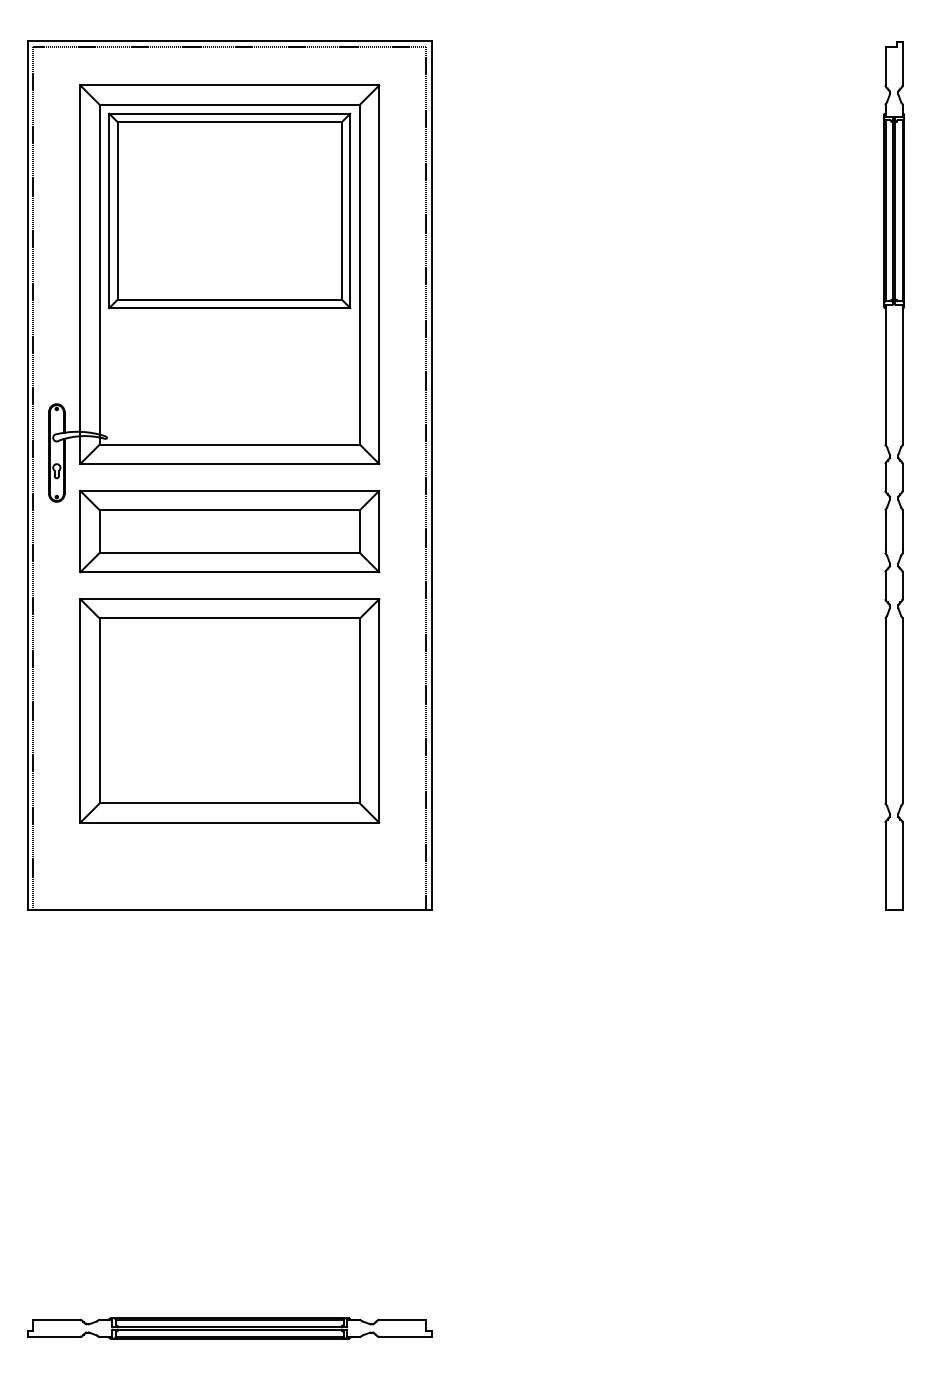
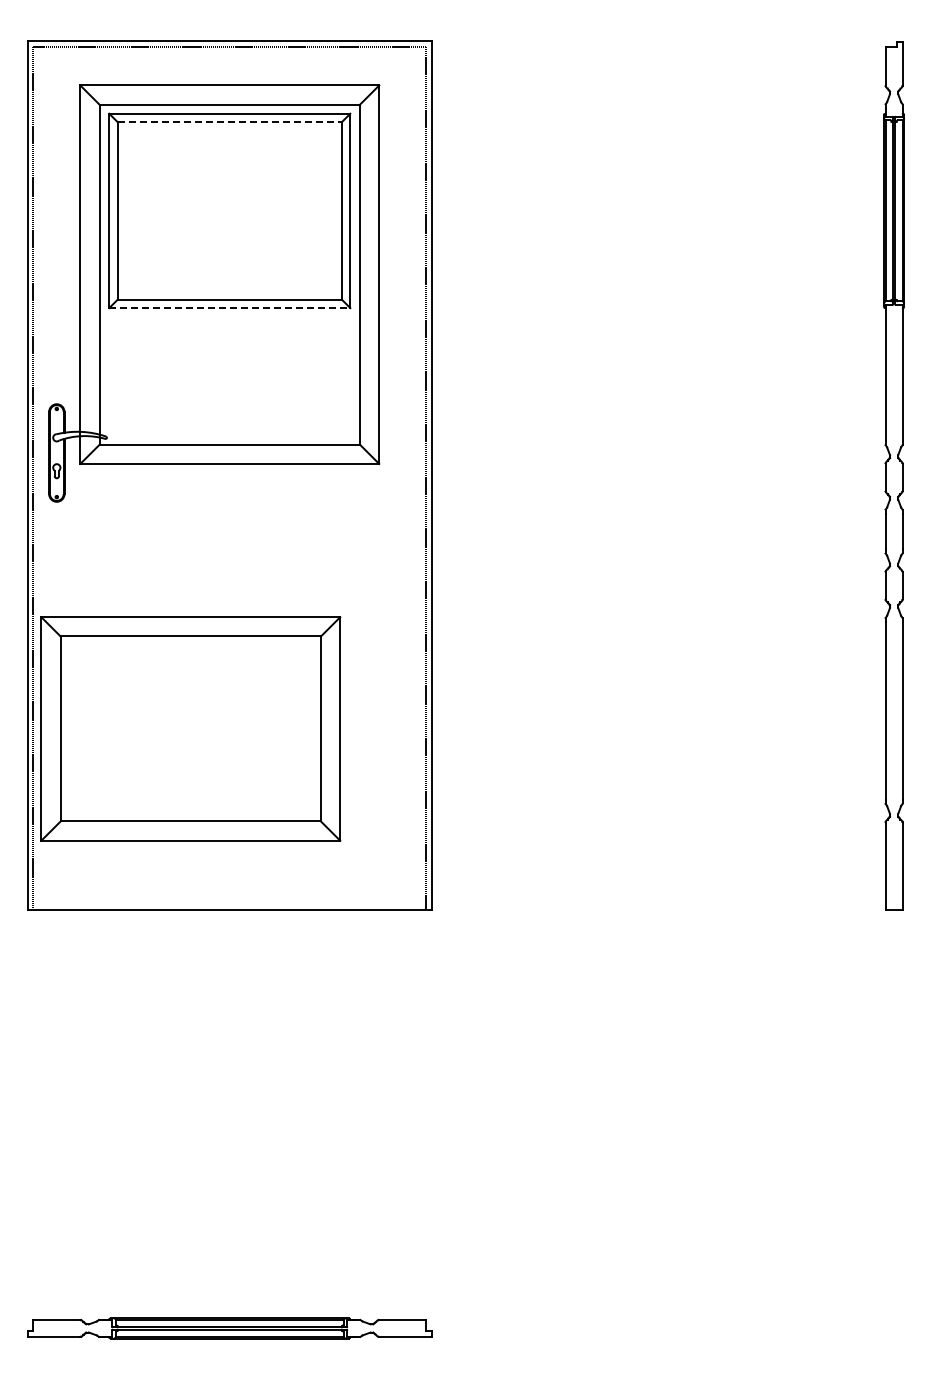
line at (229, 122): solid -> dashed
line at (229, 308): solid -> dashed
part at (229, 531): present -> none
part at (229, 710) position: (229, 710) -> (190, 728)
